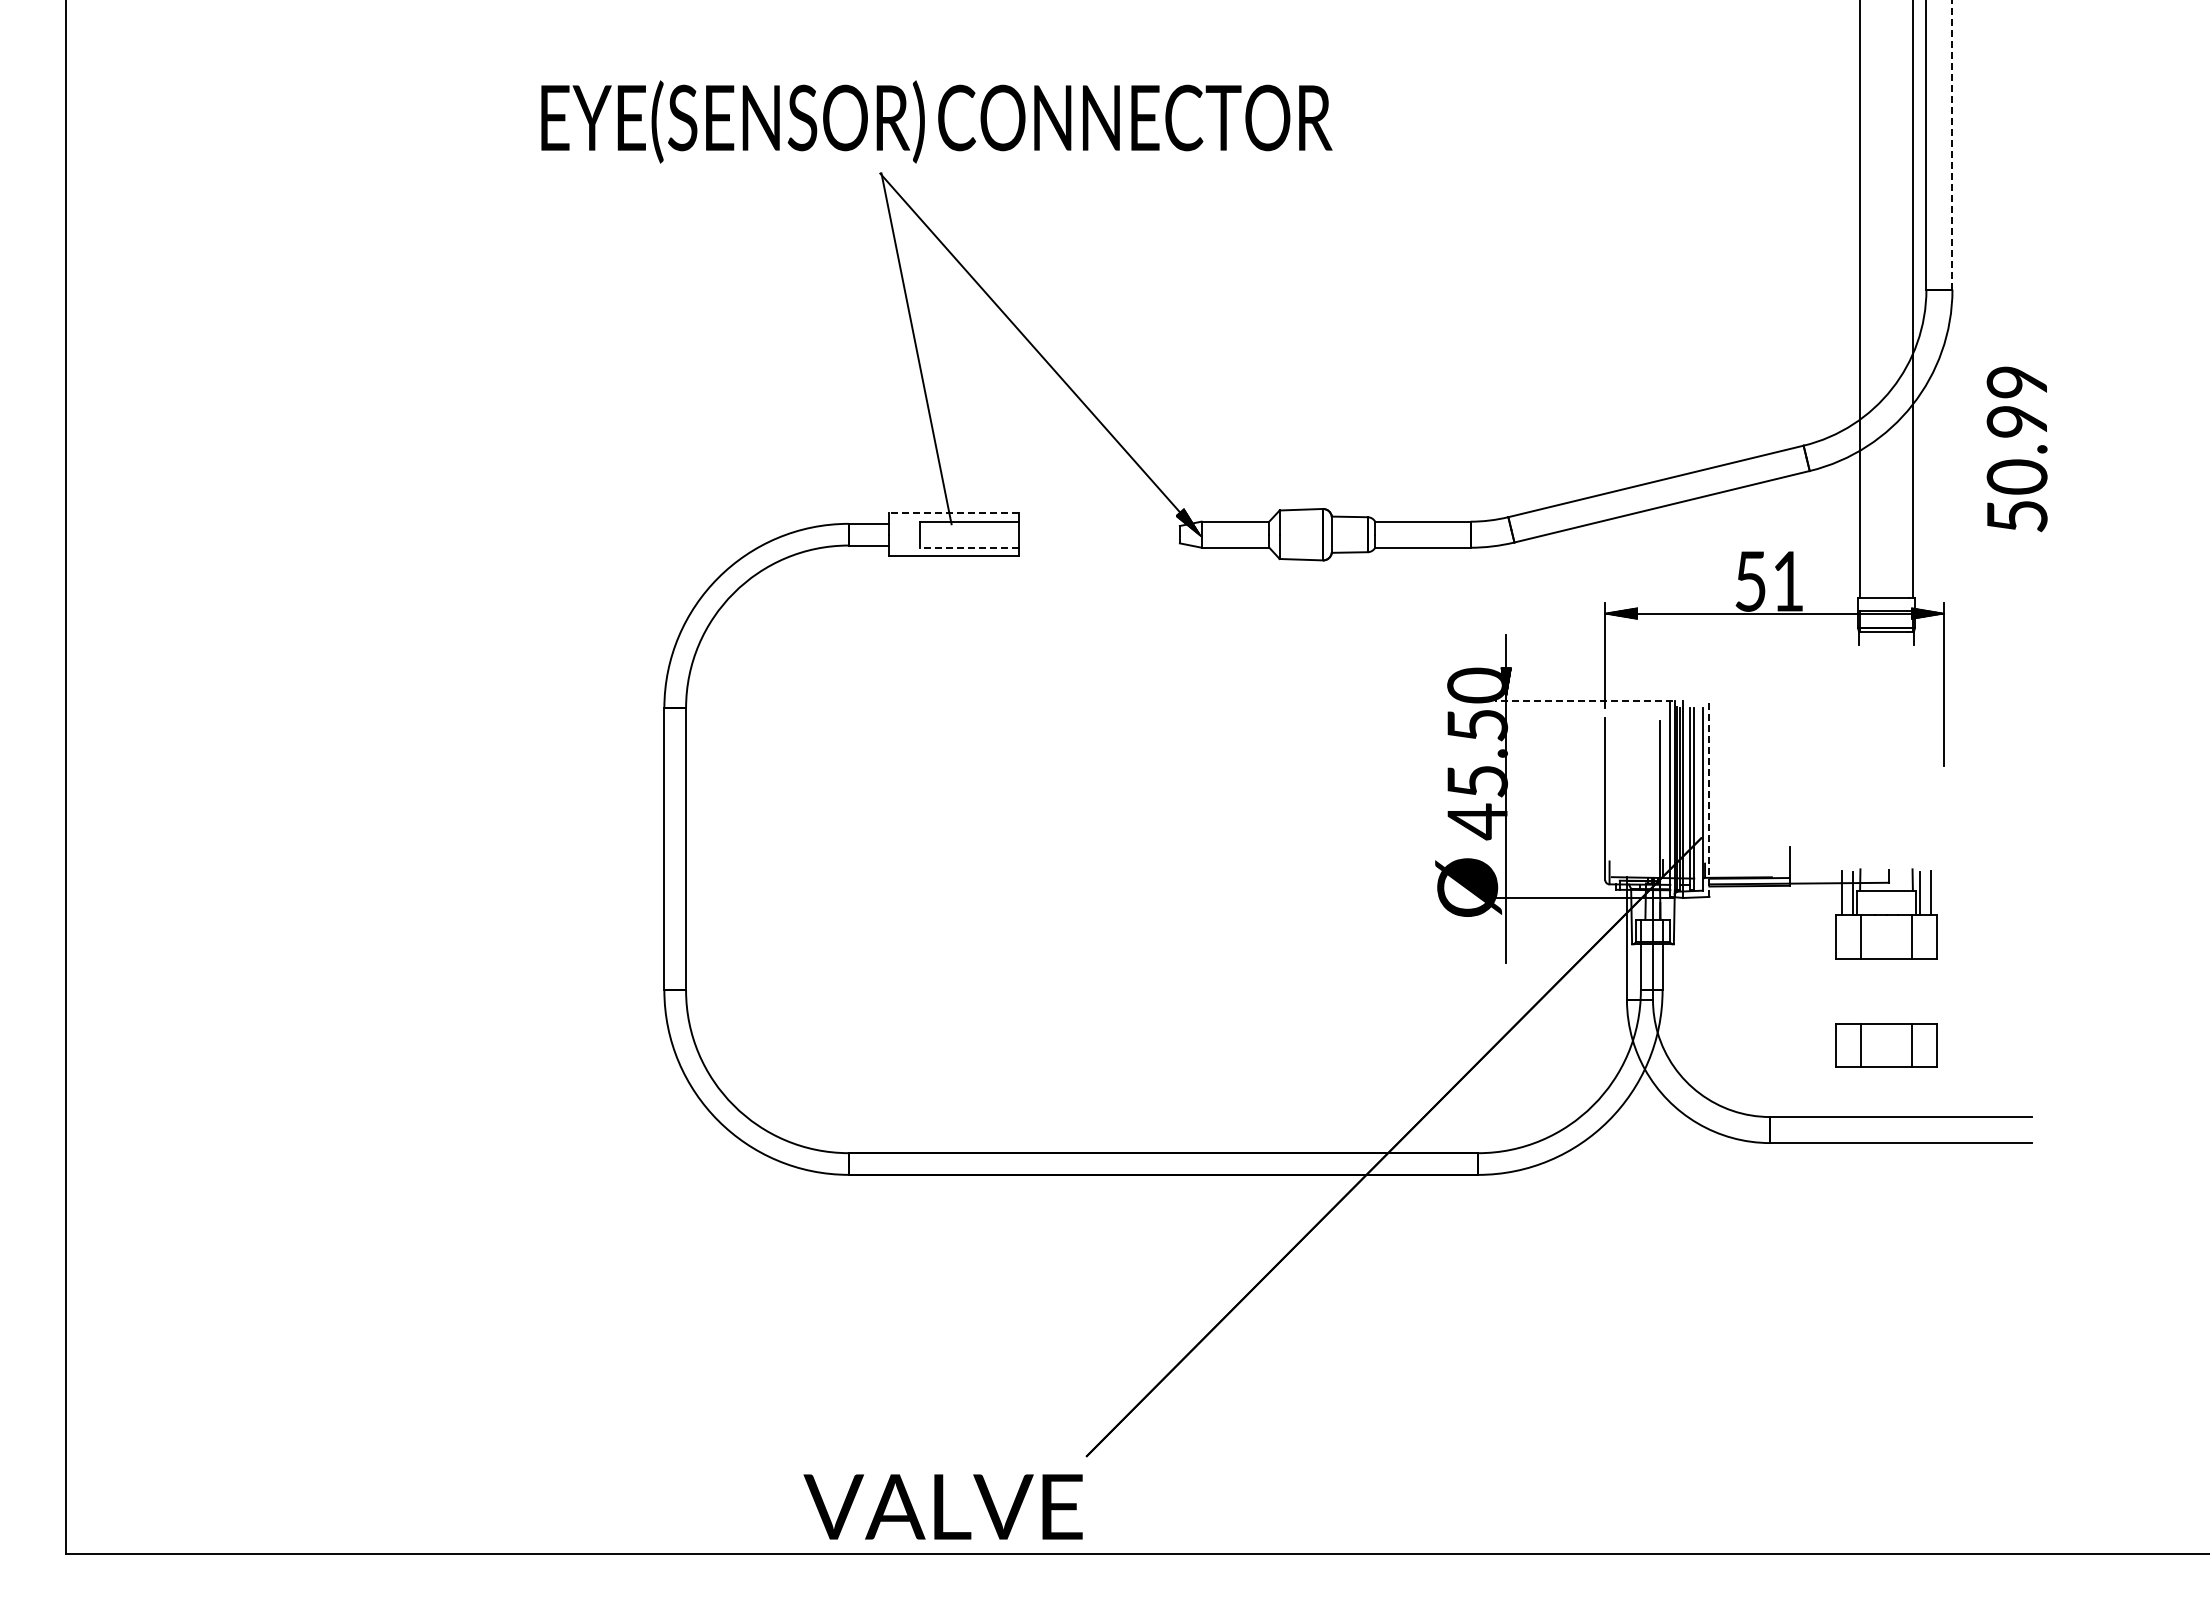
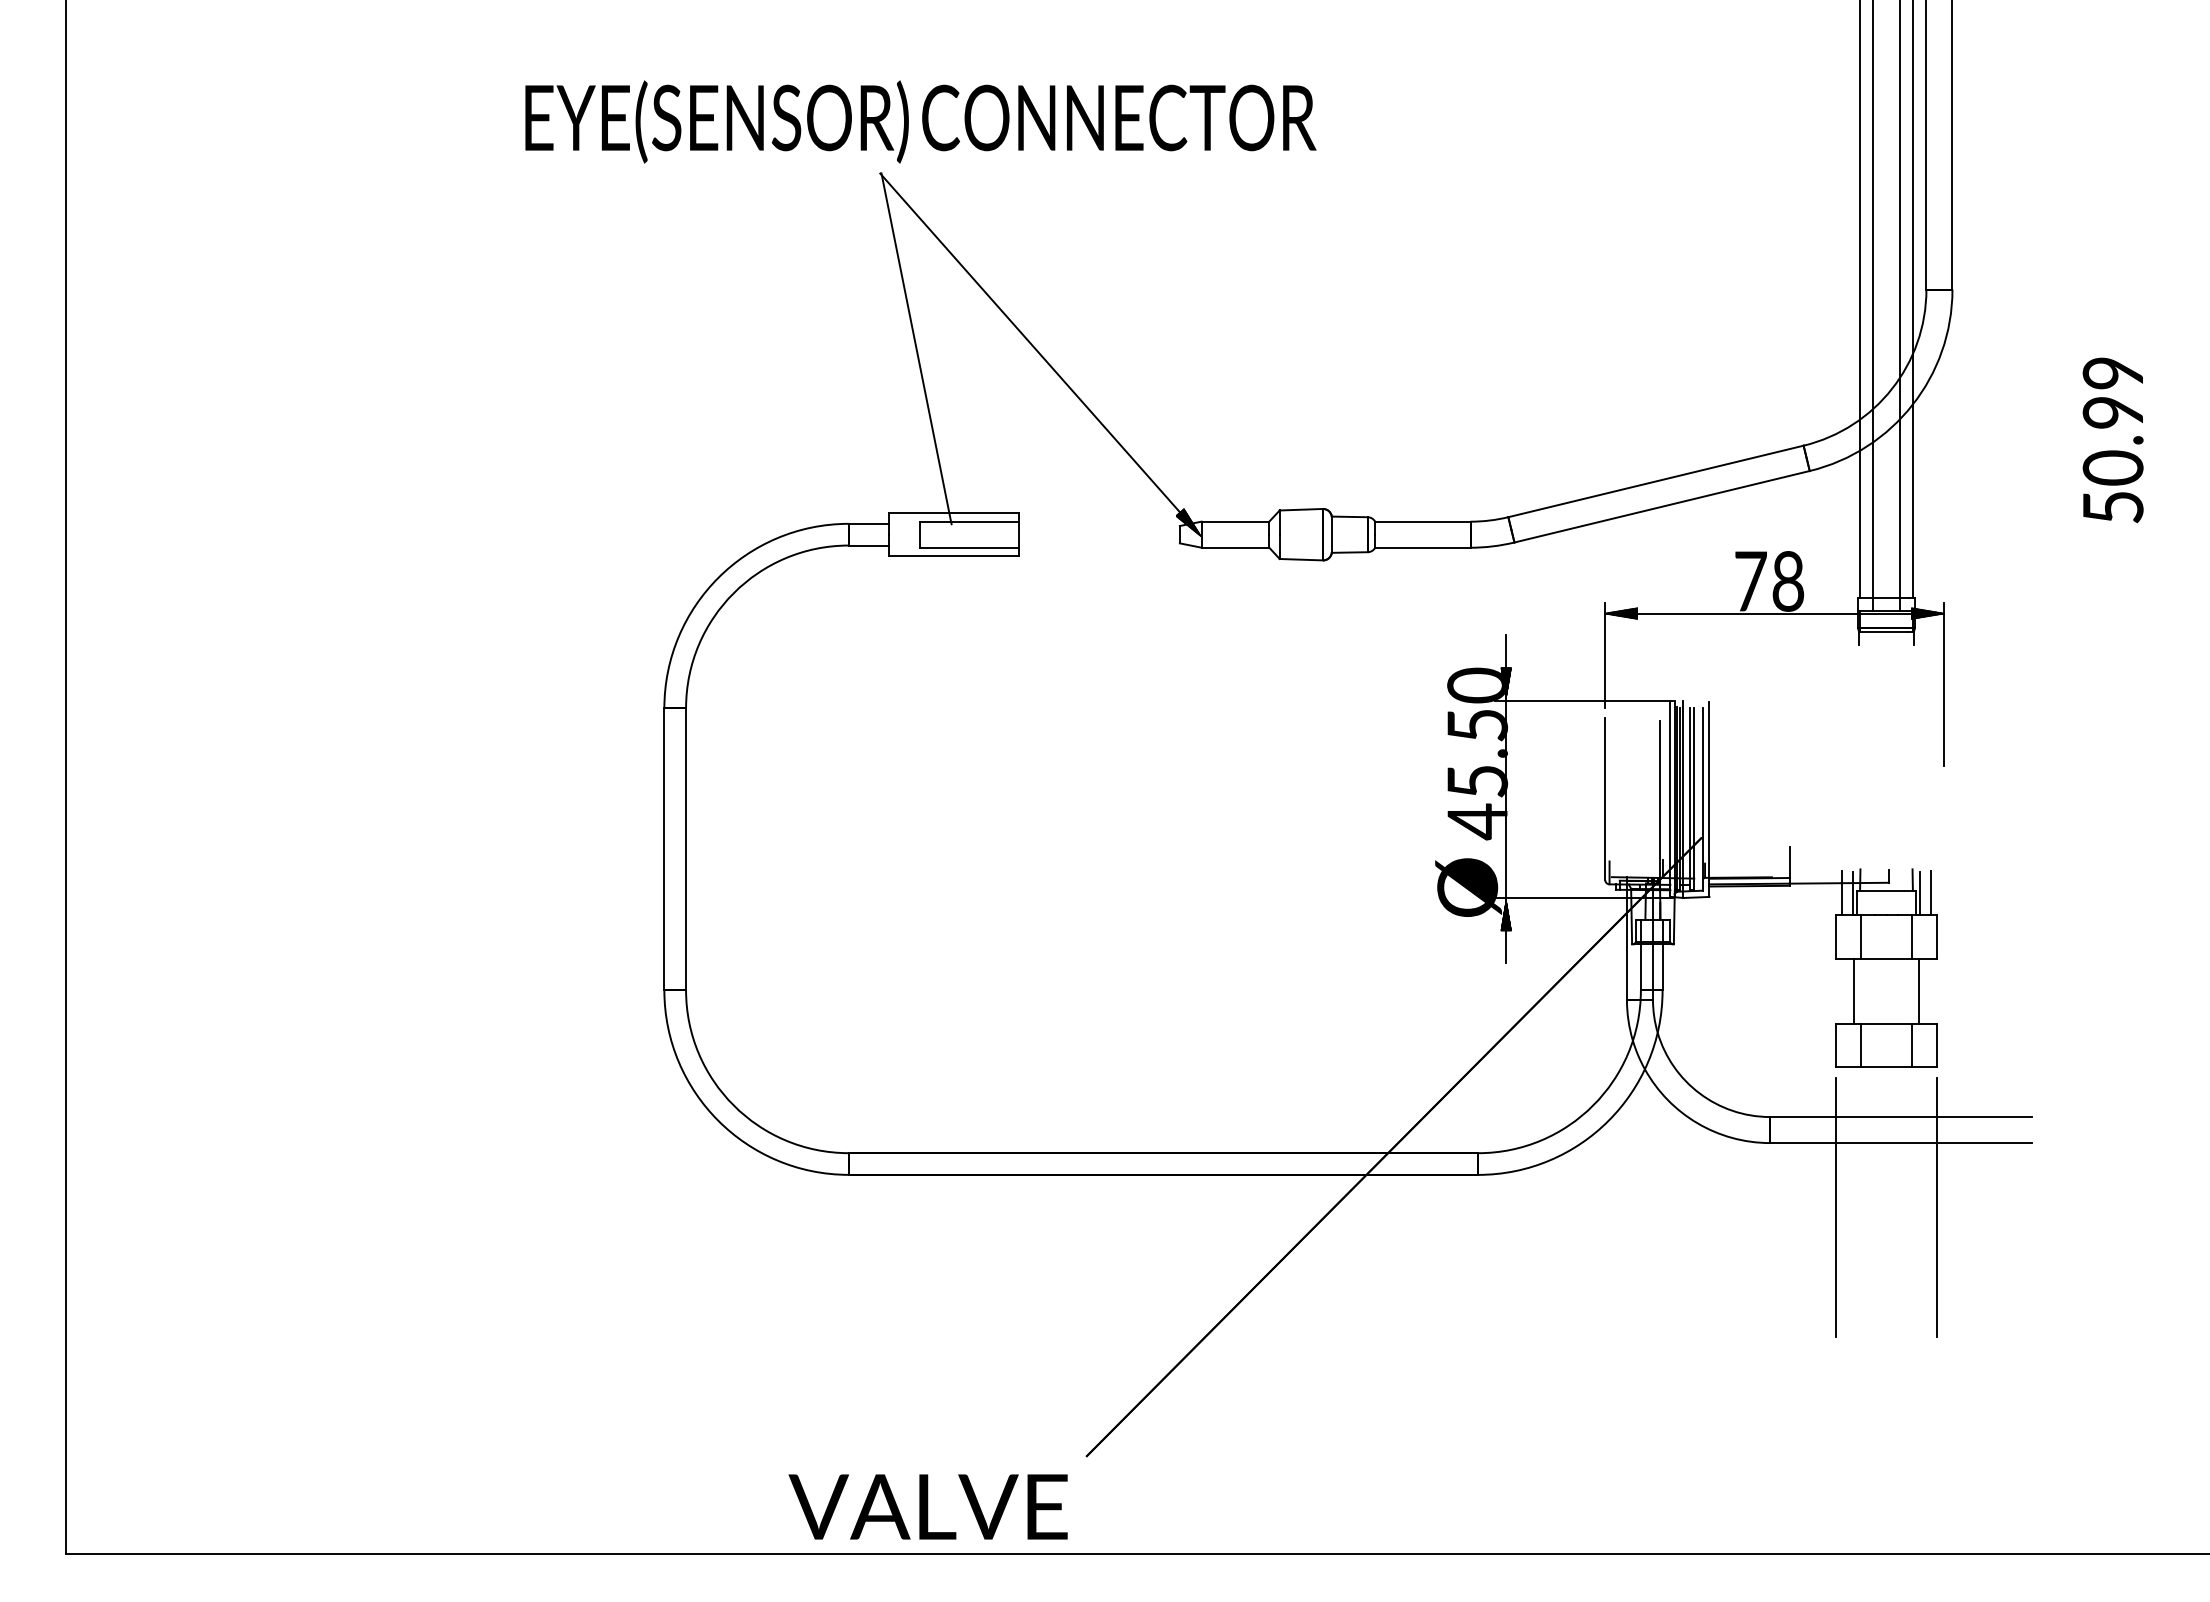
text at (936, 121) position: (936, 121) -> (920, 121)
line at (1952, 144): dashed -> solid
line at (1873, 306): none -> present
line at (1899, 306): none -> present
text at (2016, 449) position: (2016, 449) -> (2112, 440)
line at (953, 512): dashed -> solid
line at (969, 547): dashed -> solid
text at (1769, 581): 51 -> 78
line at (1583, 700): dashed -> solid
line at (1709, 799): dashed -> solid
hatch at (1505, 914): none -> present
line at (1853, 990): none -> present
line at (1919, 990): none -> present
line at (1836, 1207): none -> present
line at (1936, 1207): none -> present
text at (942, 1506) position: (942, 1506) -> (927, 1506)
